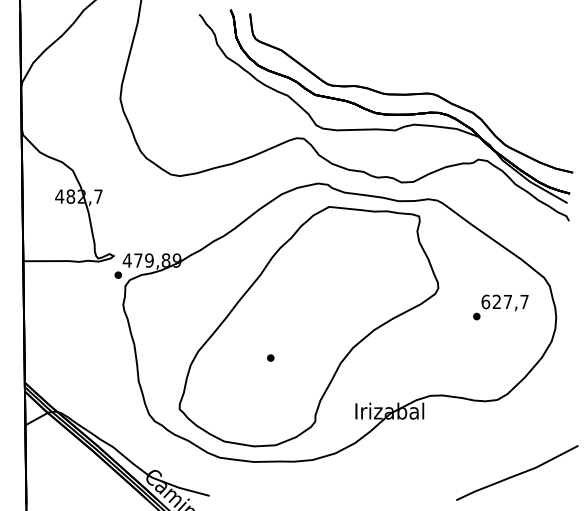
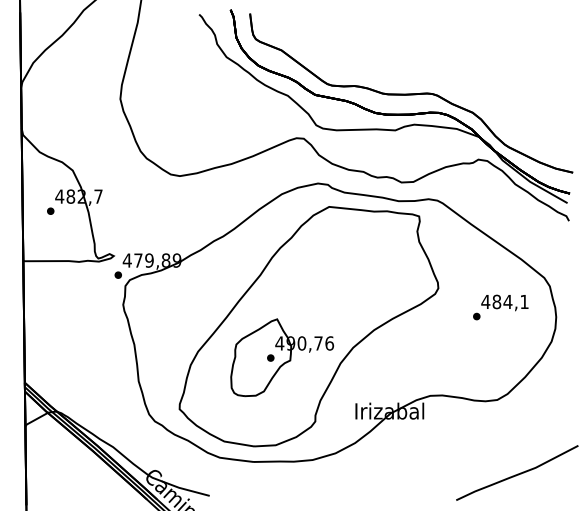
part at (50, 210): none -> present
text at (504, 301): 627,7 -> 484,1
part at (281, 357): none -> present
